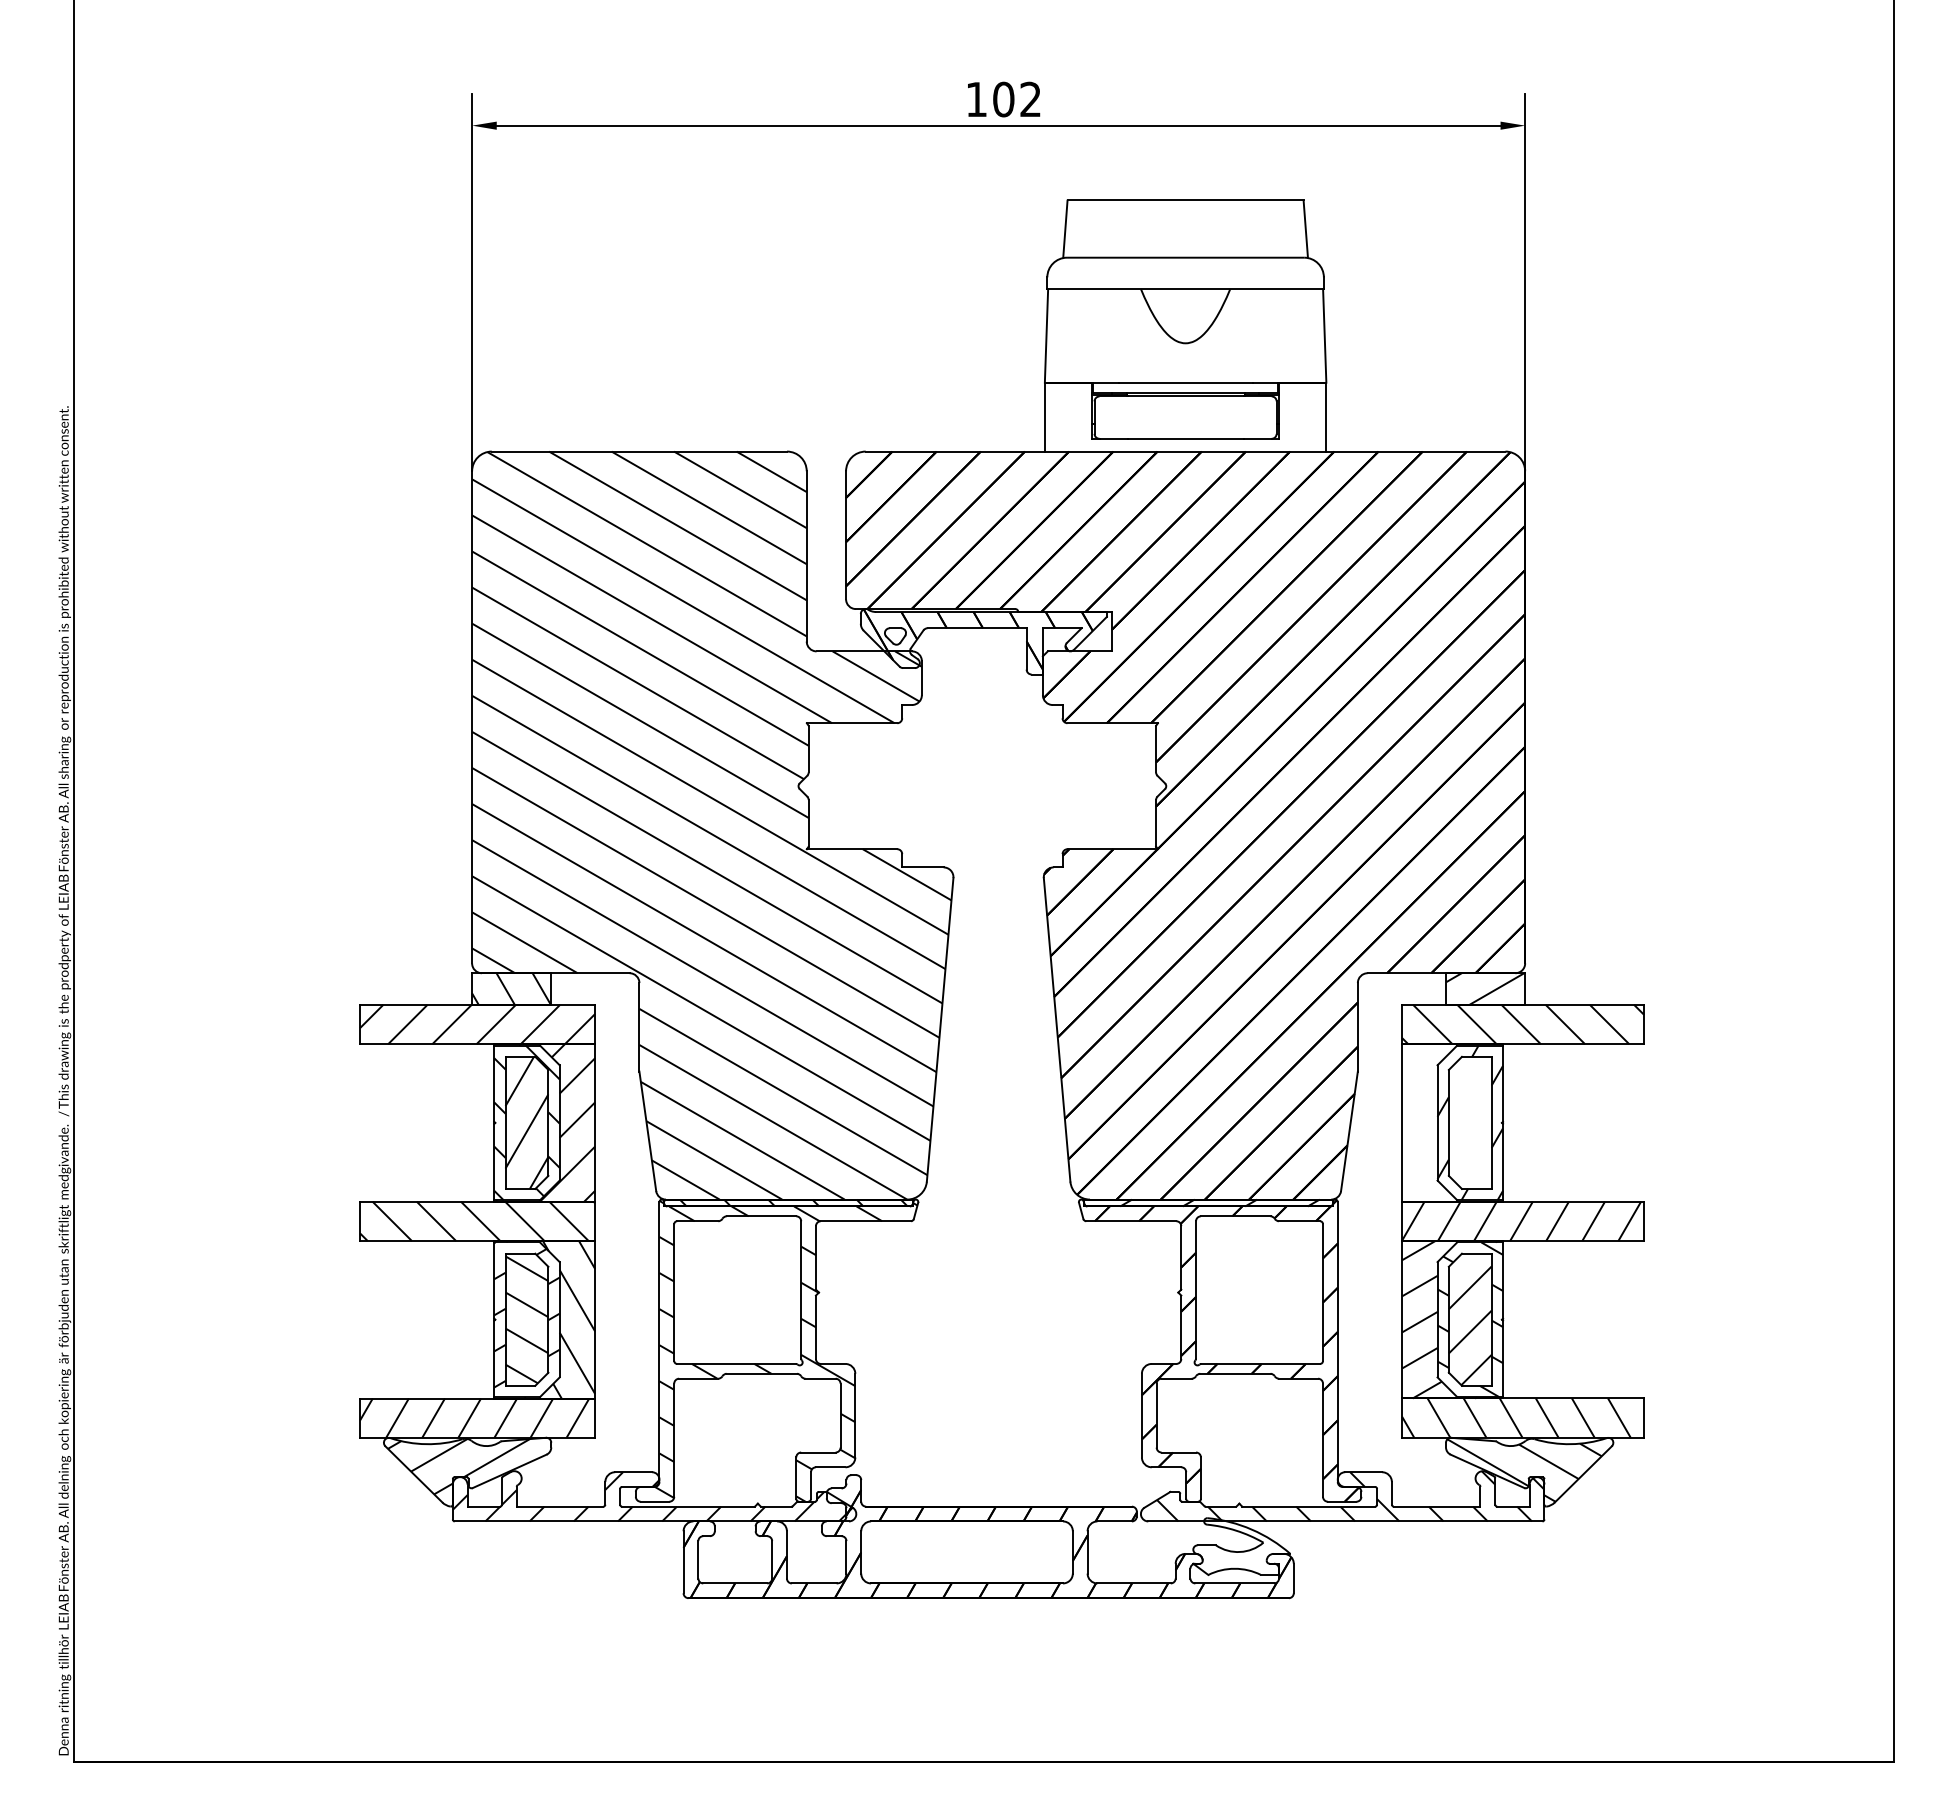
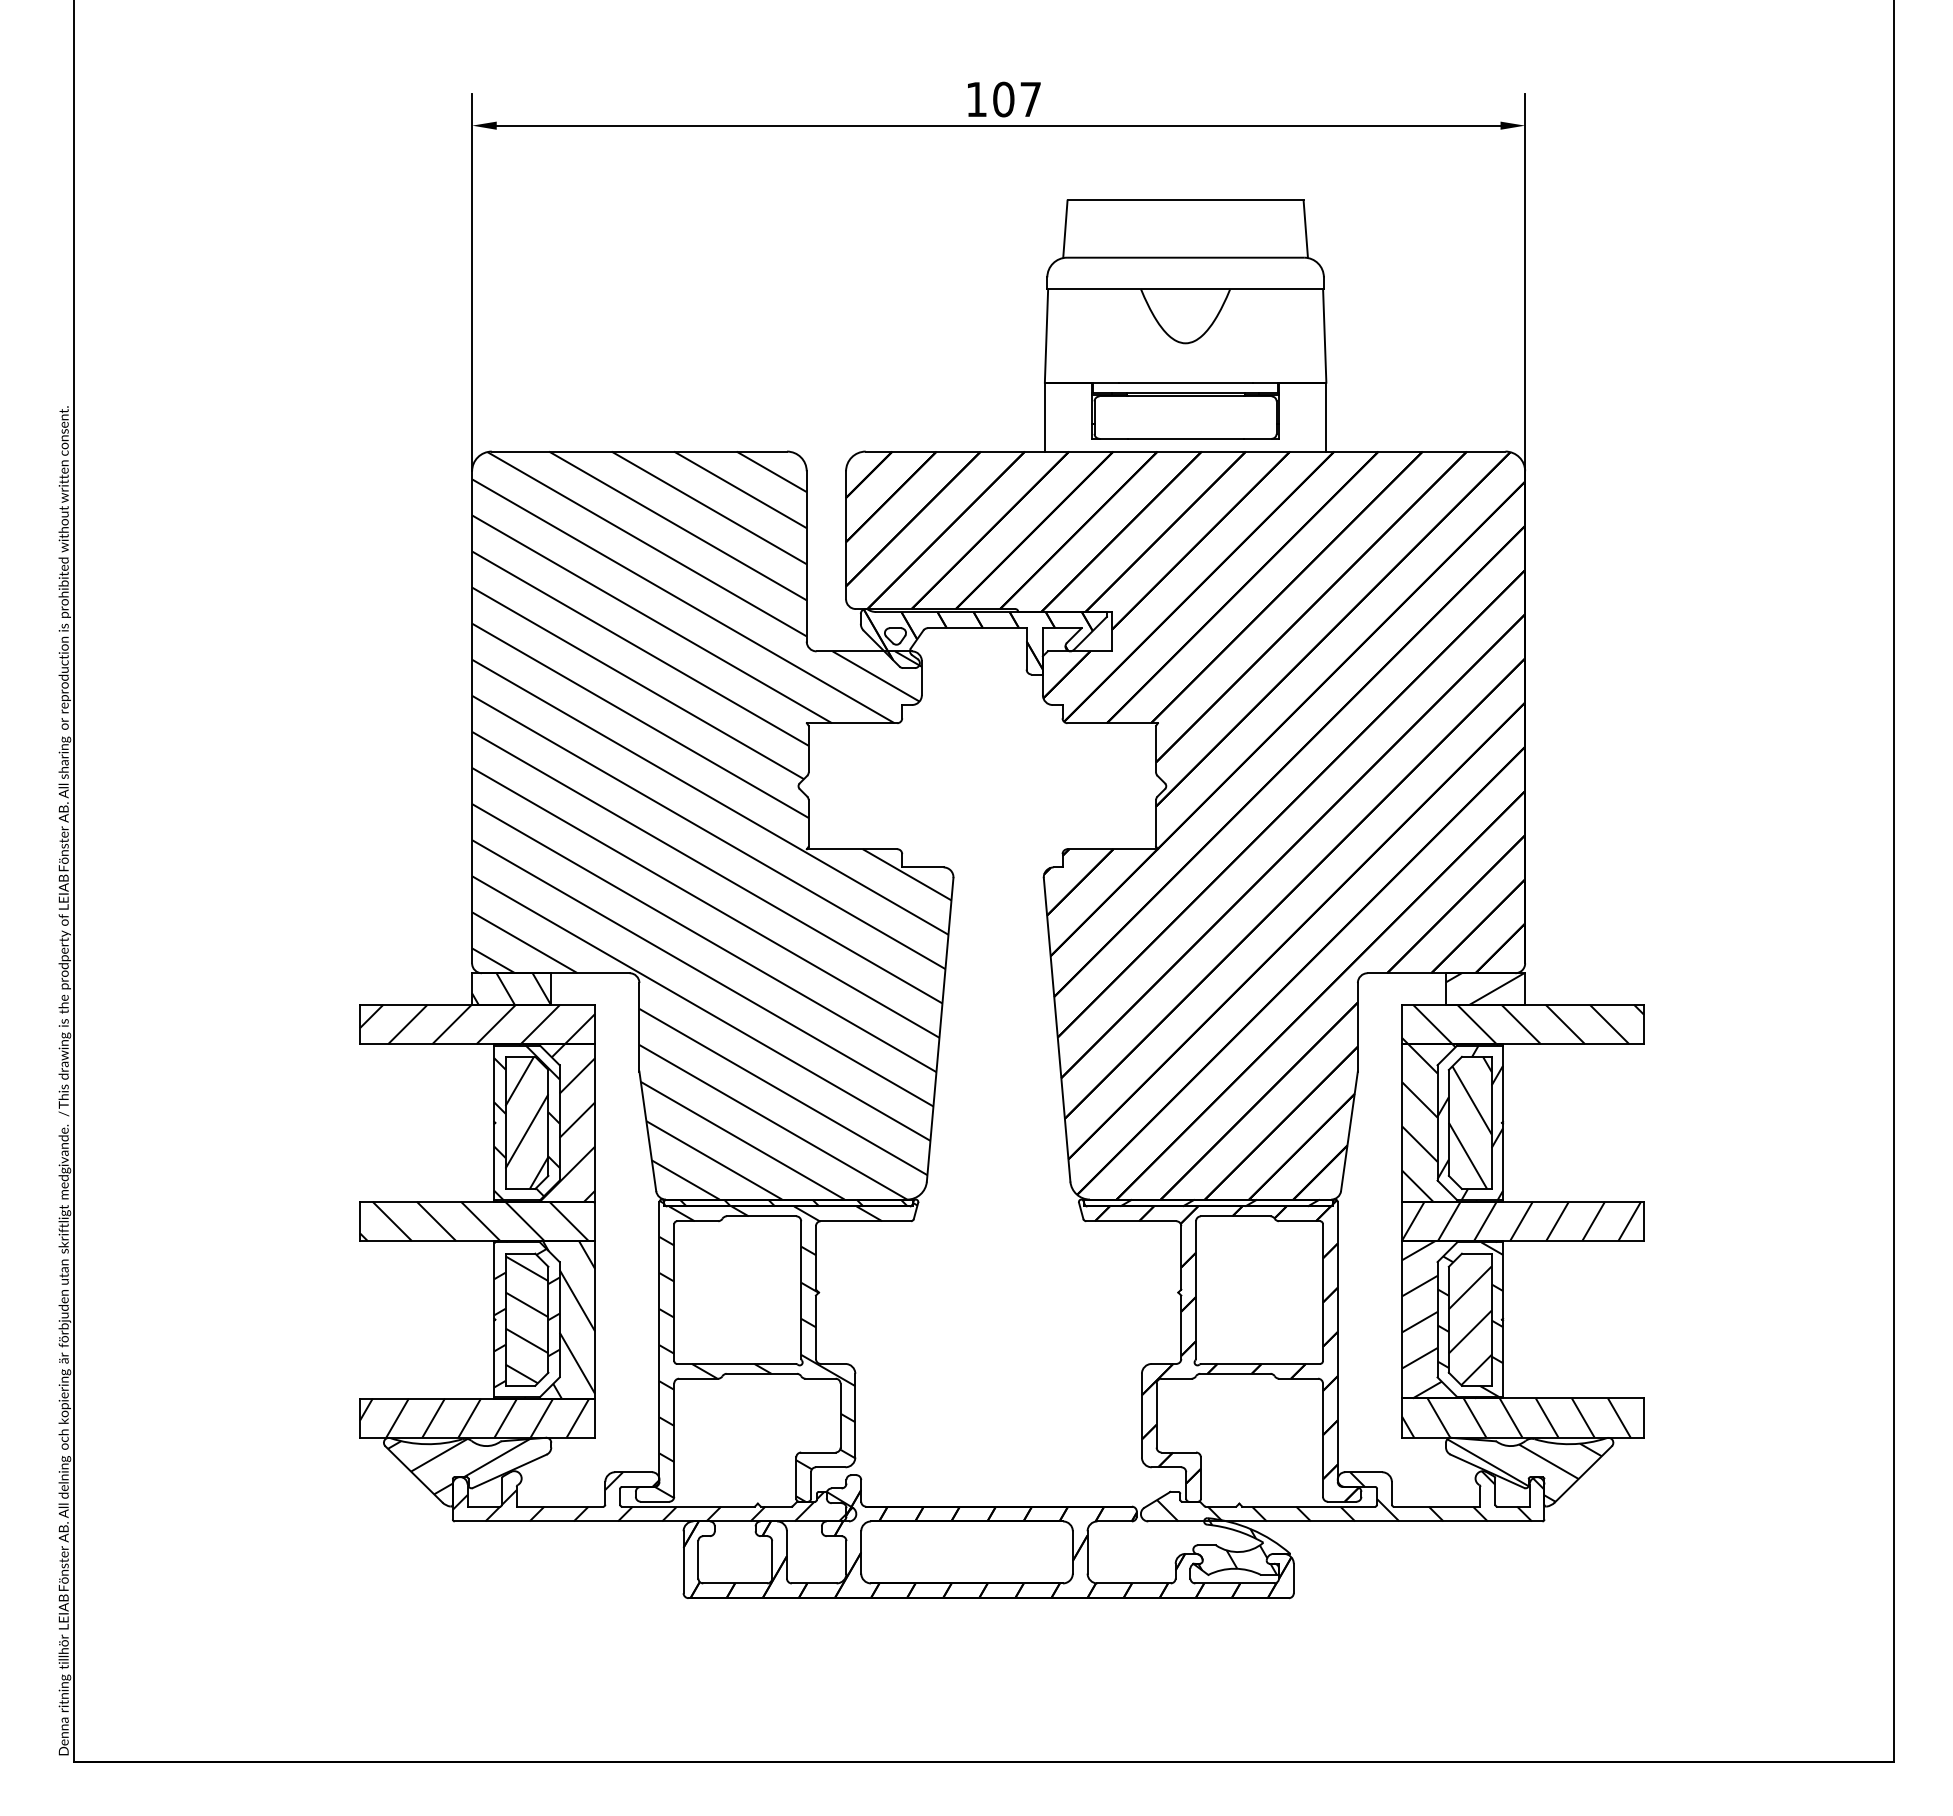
text at (1030, 98): 102 -> 107
hatch at (1450, 1122): none -> present
hatch at (1469, 1122): none -> present
hatch at (1237, 1546): none -> present
